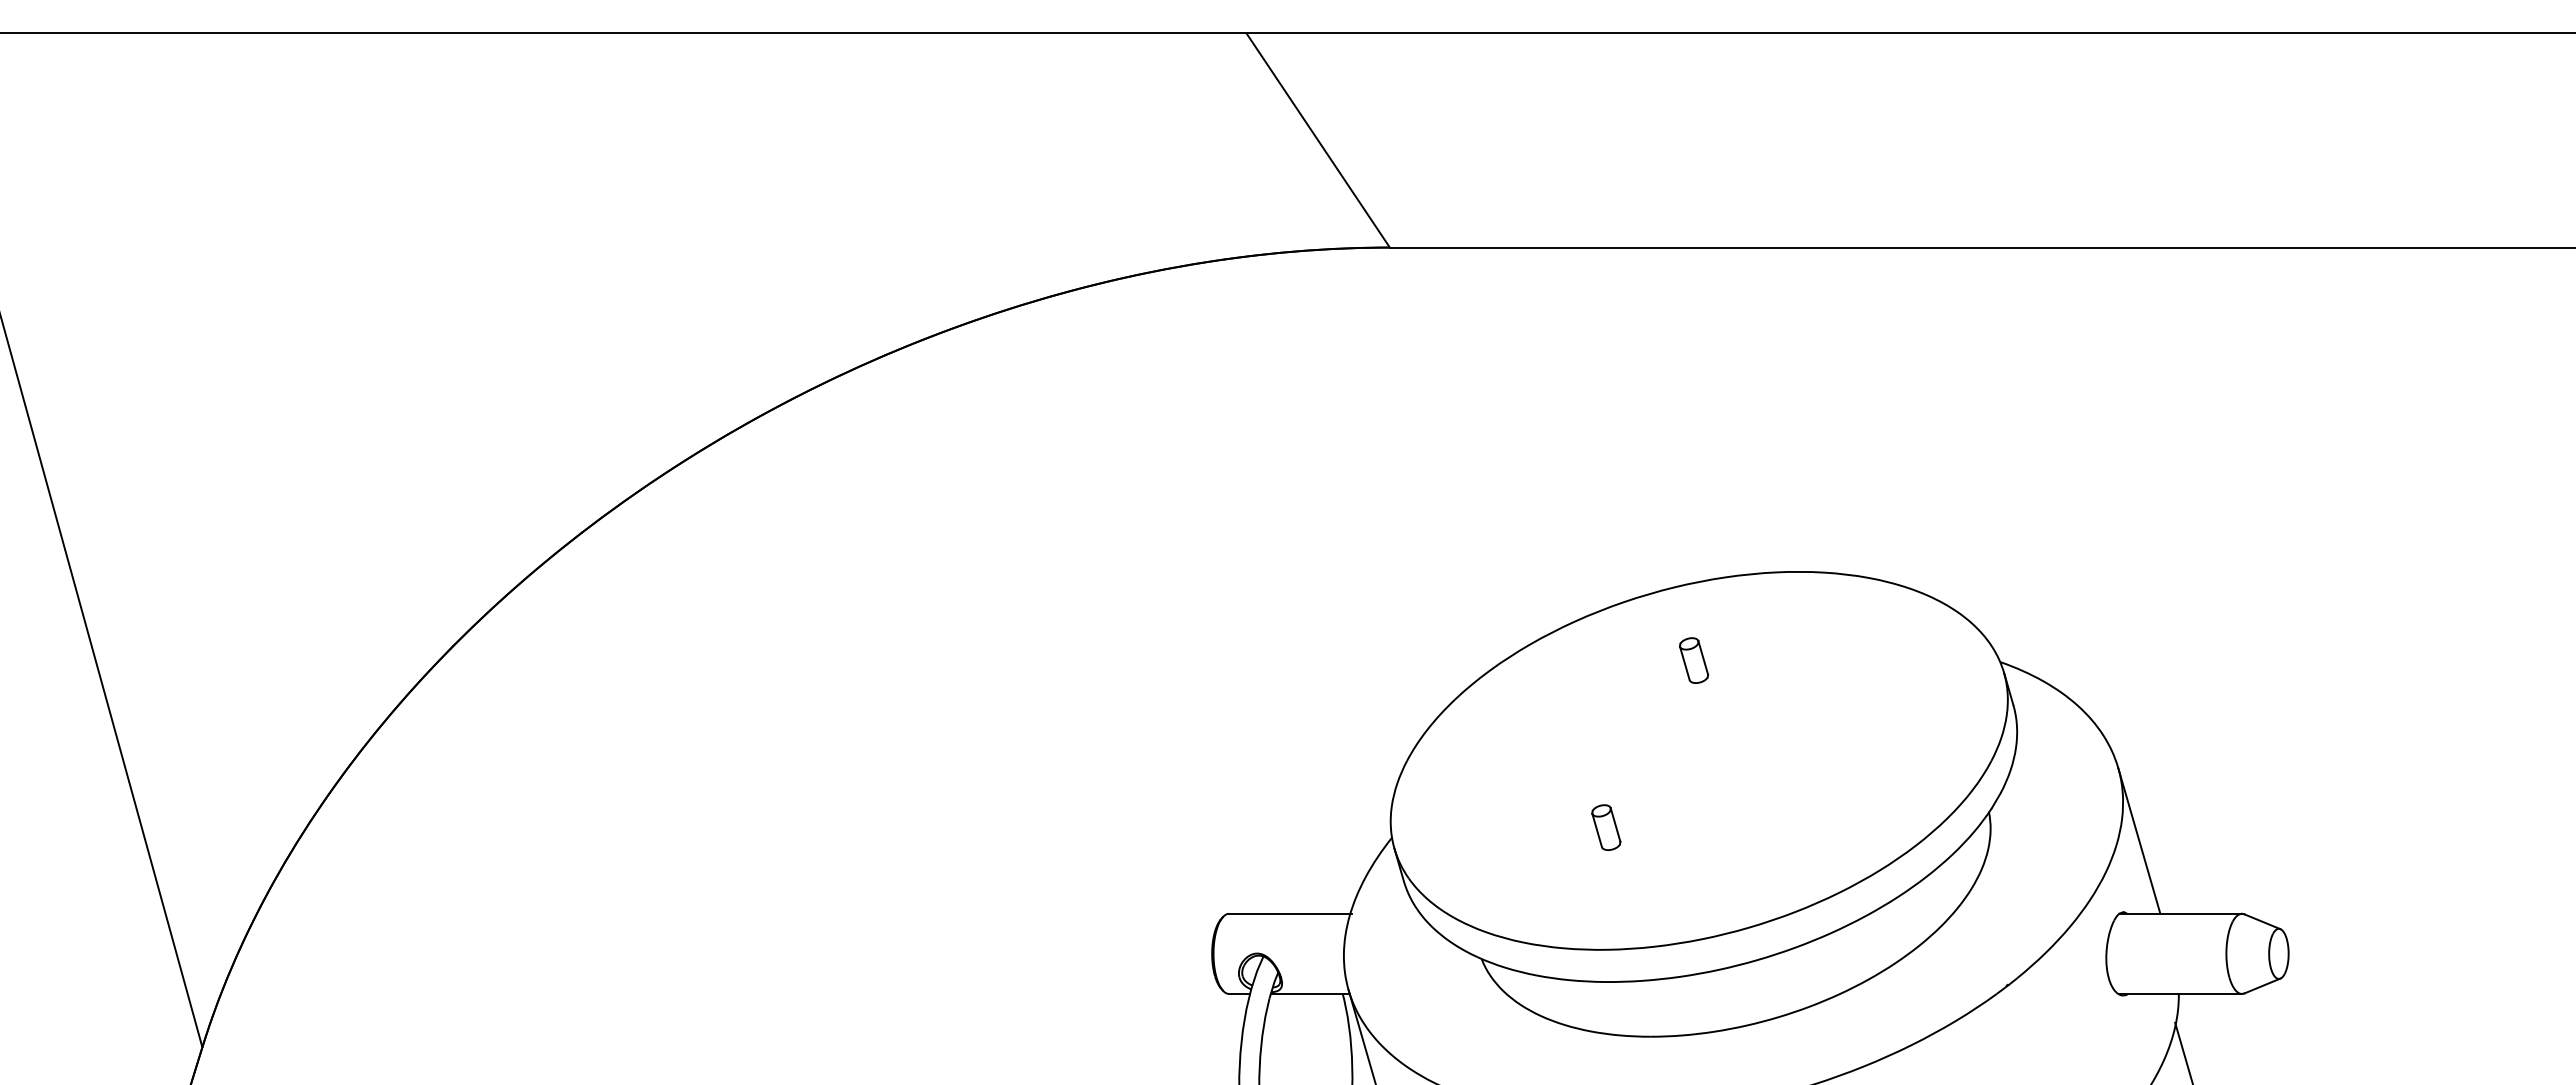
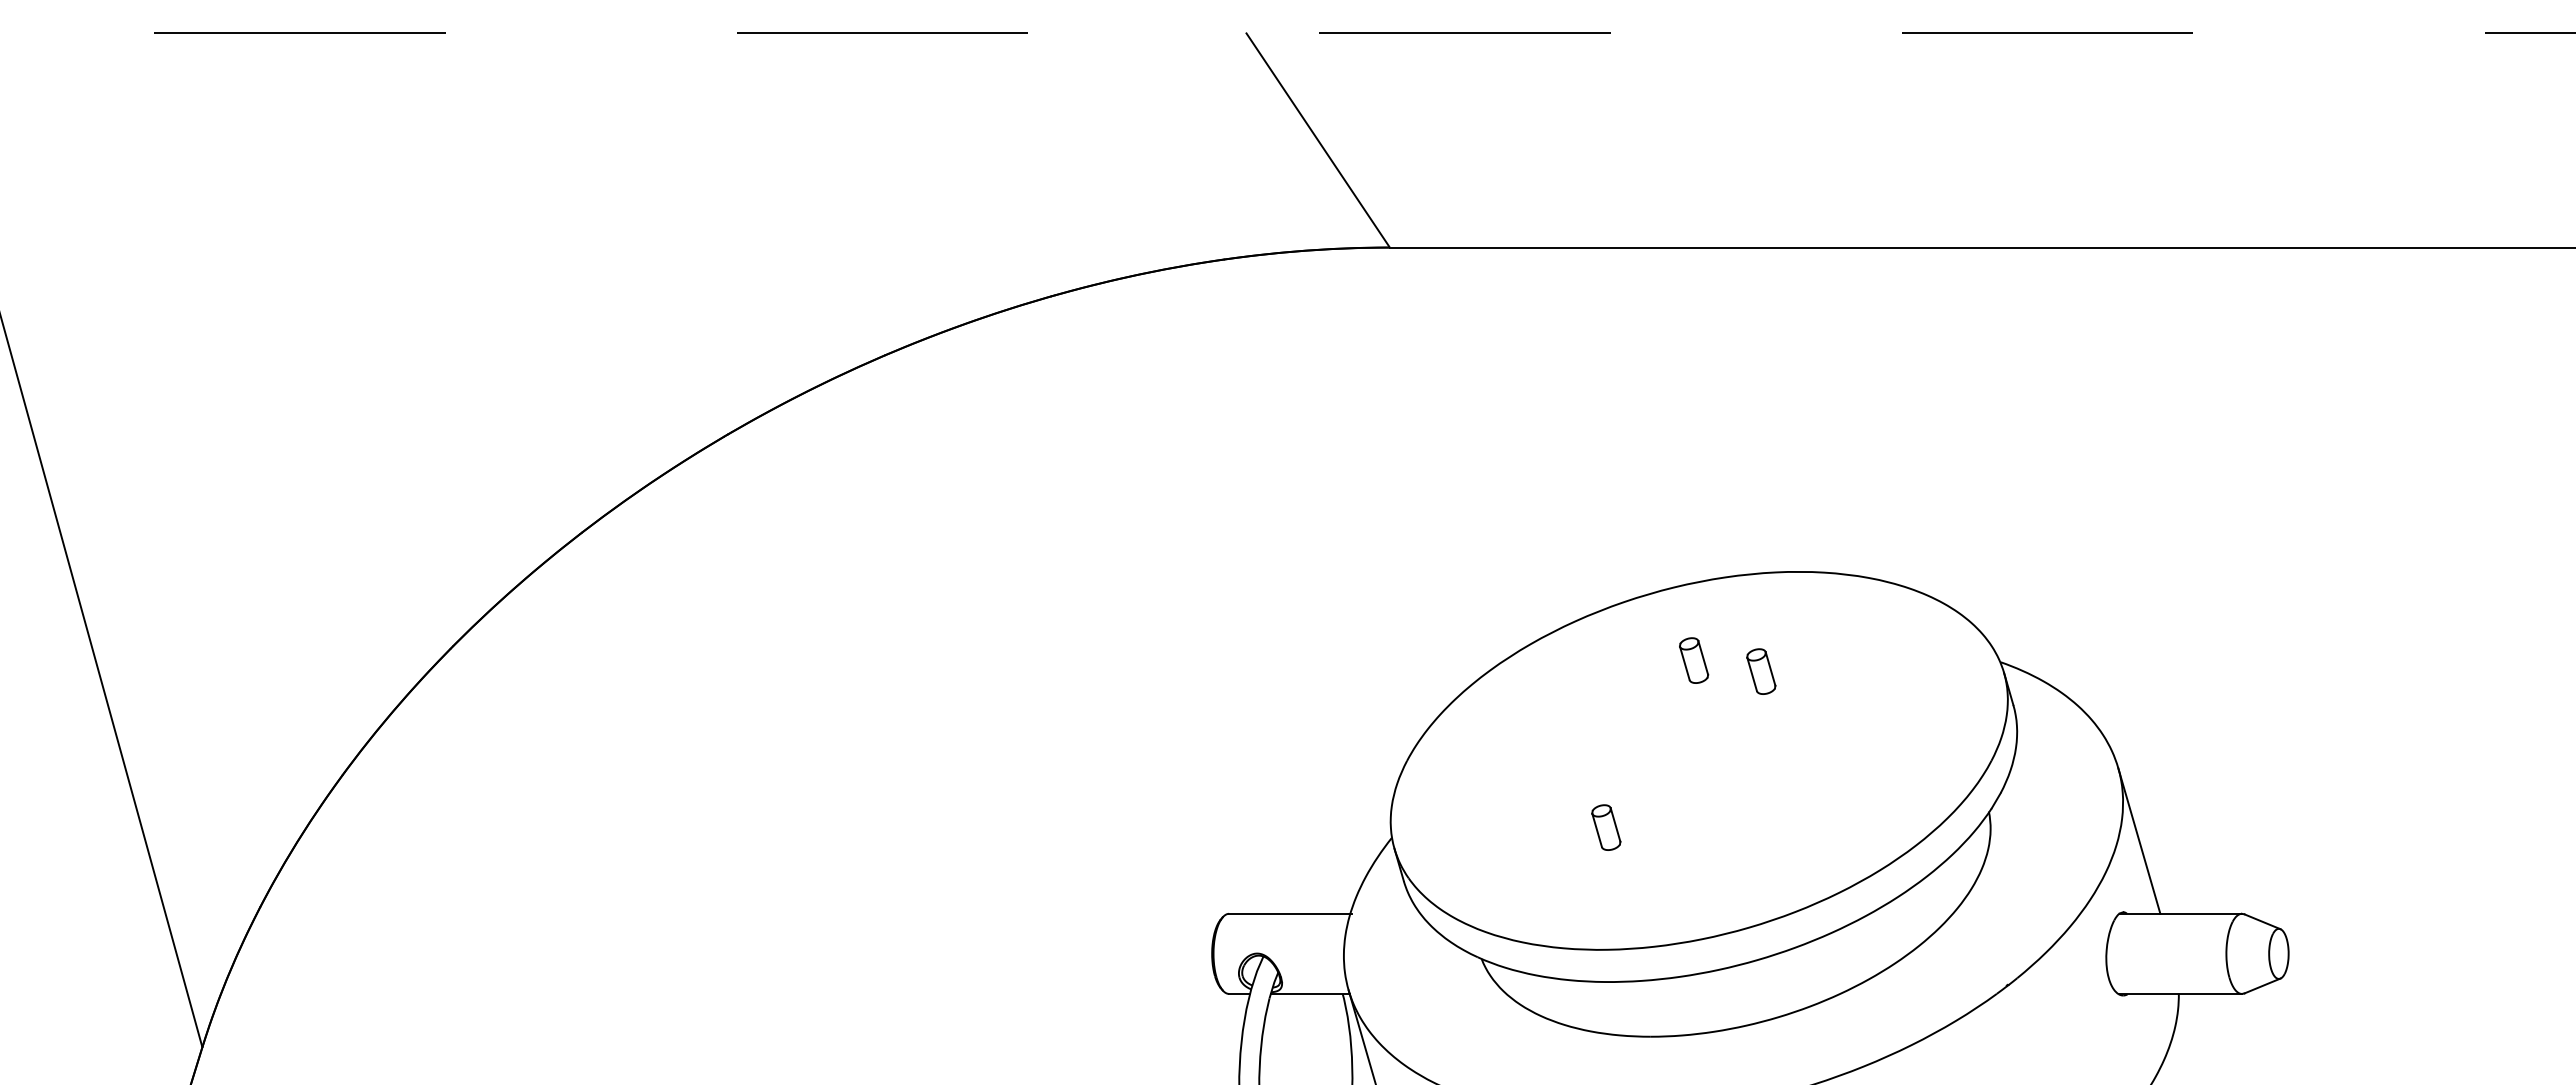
line at (1288, 32): solid -> dashed
part at (1761, 671): none -> present
line at (2183, 1051): present -> none
